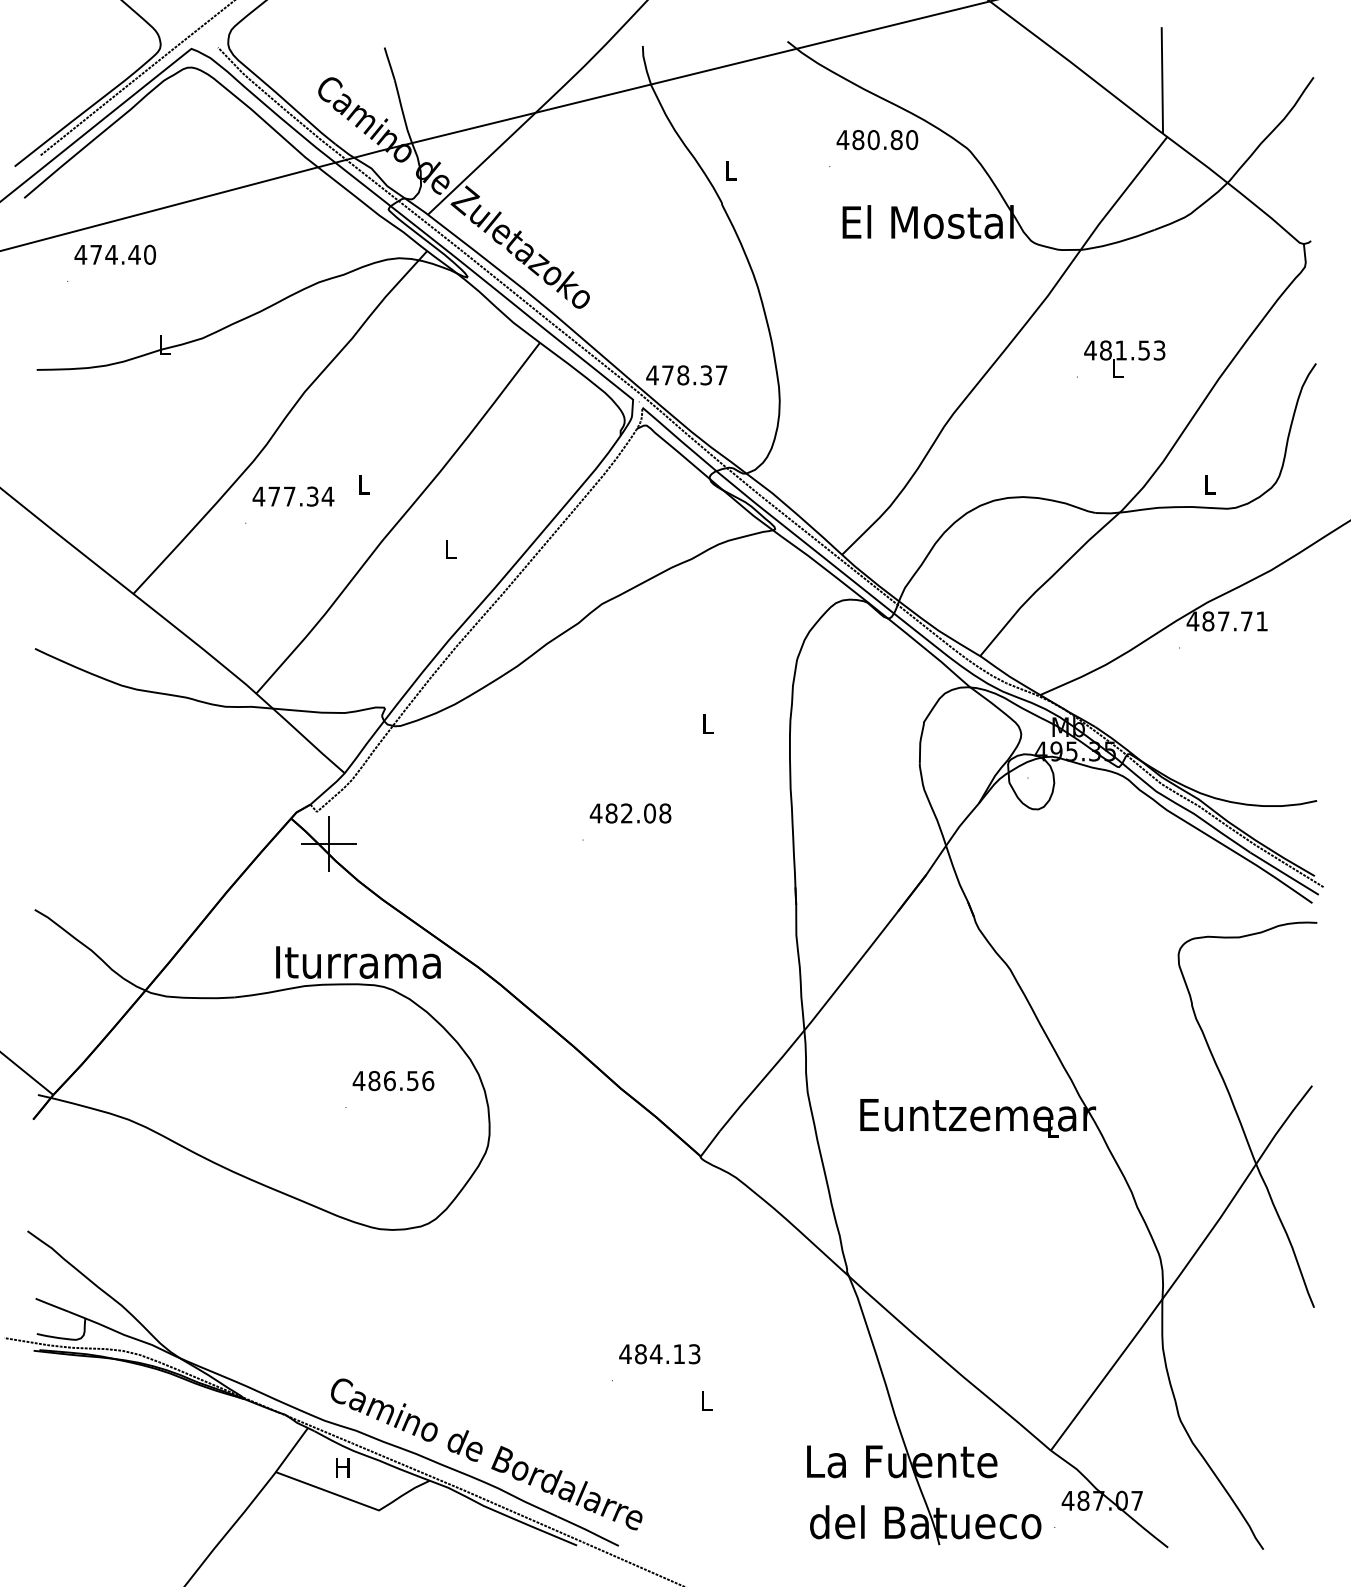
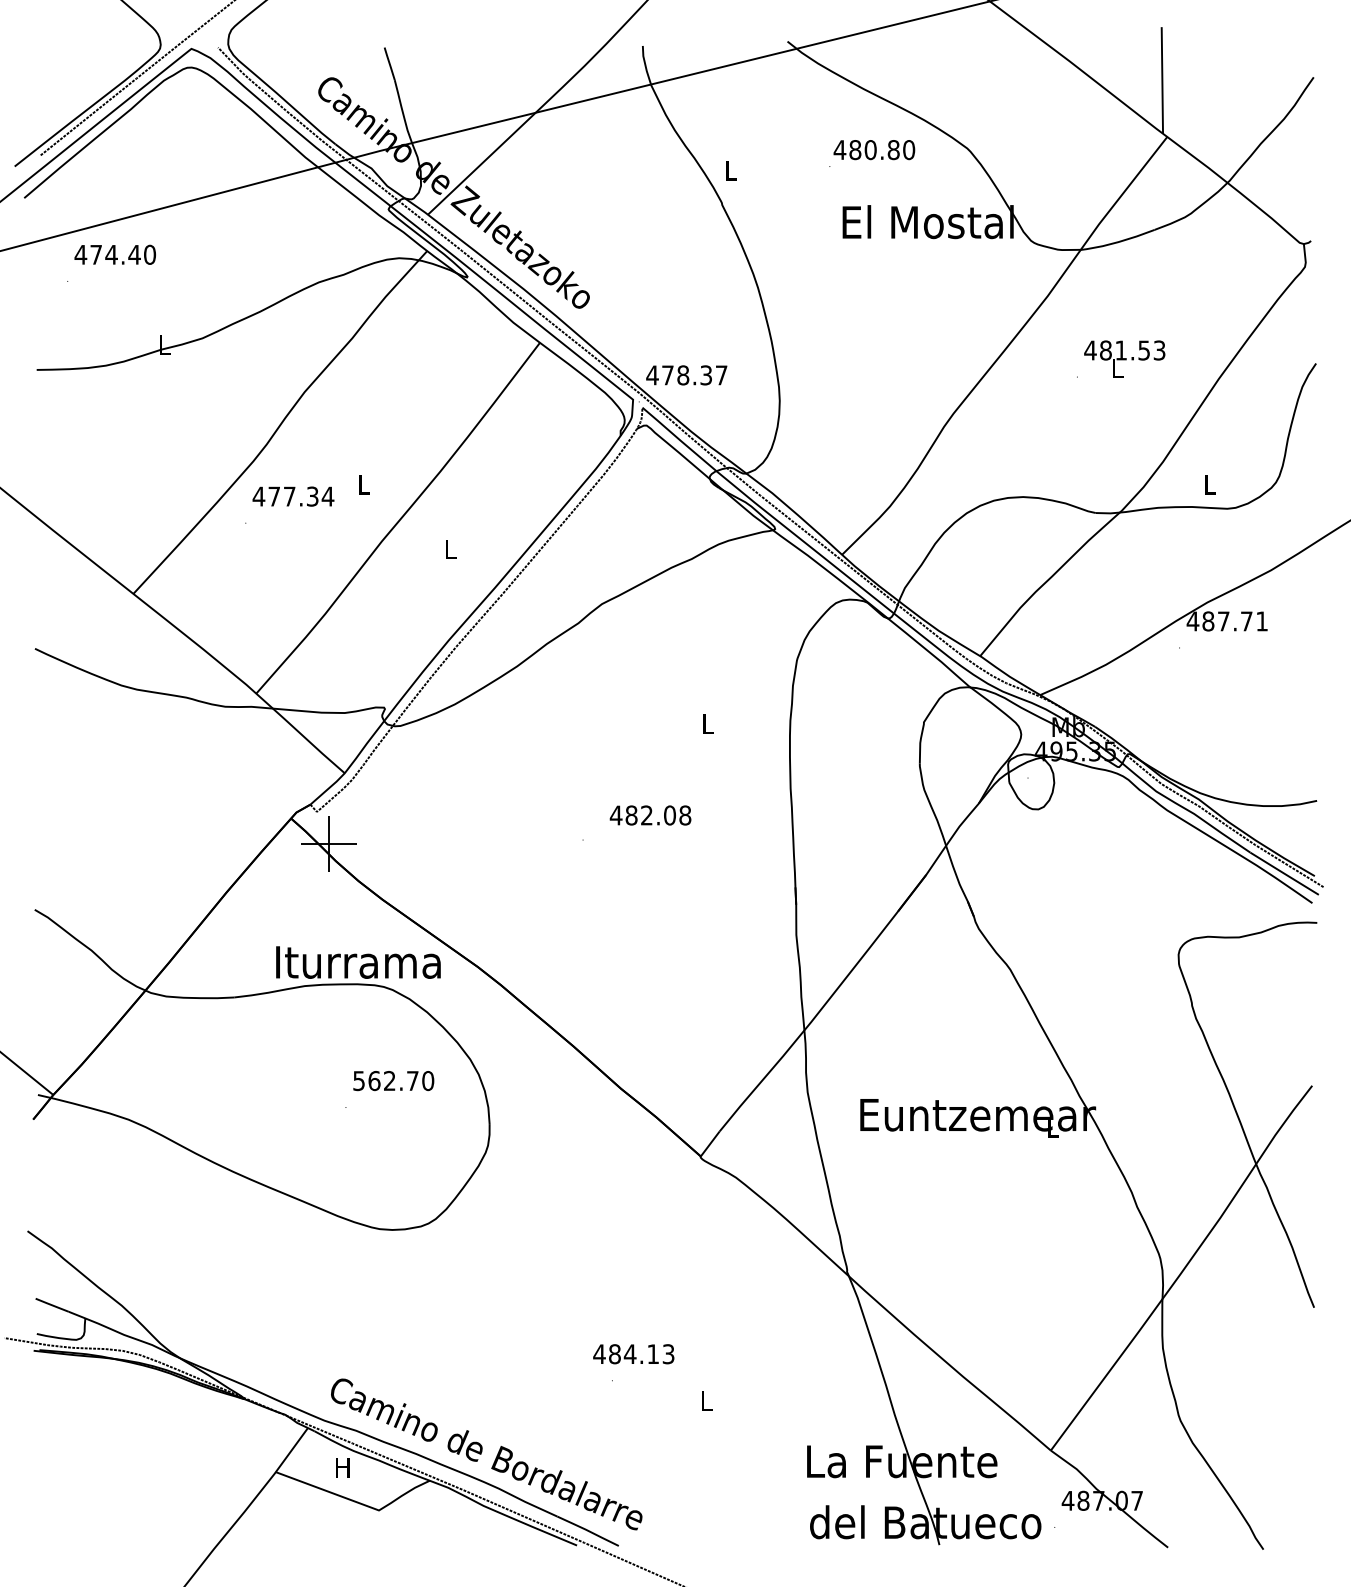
text at (877, 140) position: (877, 140) -> (874, 150)
text at (630, 813) position: (630, 813) -> (650, 815)
text at (393, 1080): 486.56 -> 562.70
text at (659, 1354) position: (659, 1354) -> (633, 1354)
